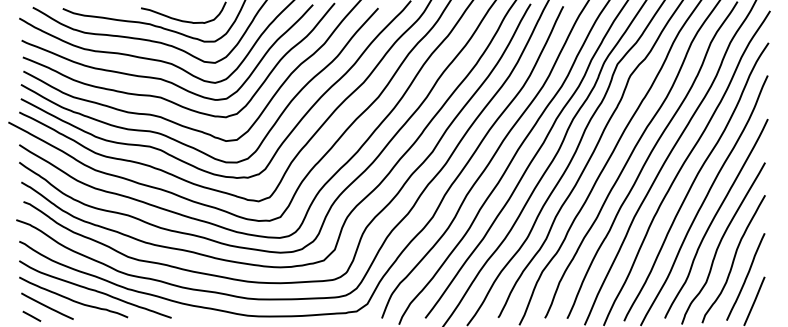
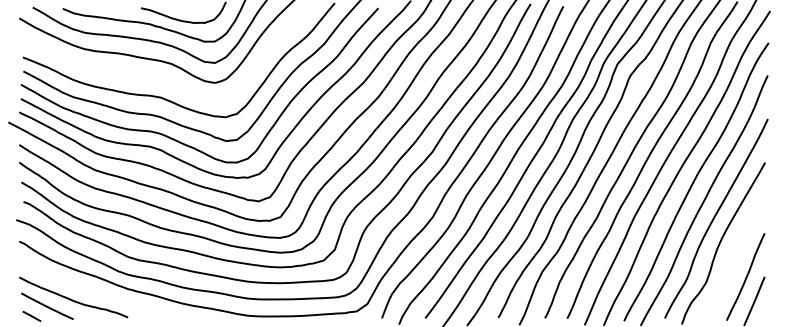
curve at (162, 78): present -> none
curve at (733, 259): present -> none
curve at (95, 289): present -> none
